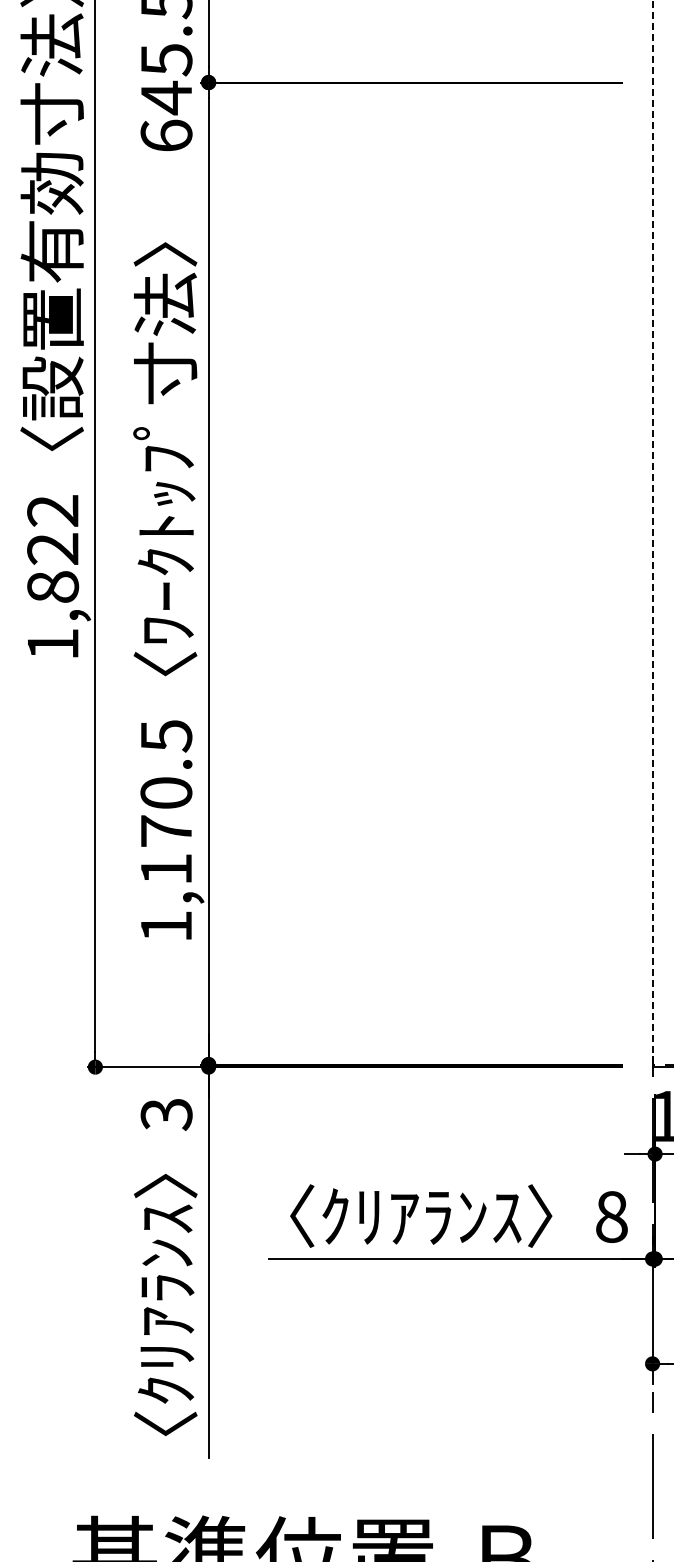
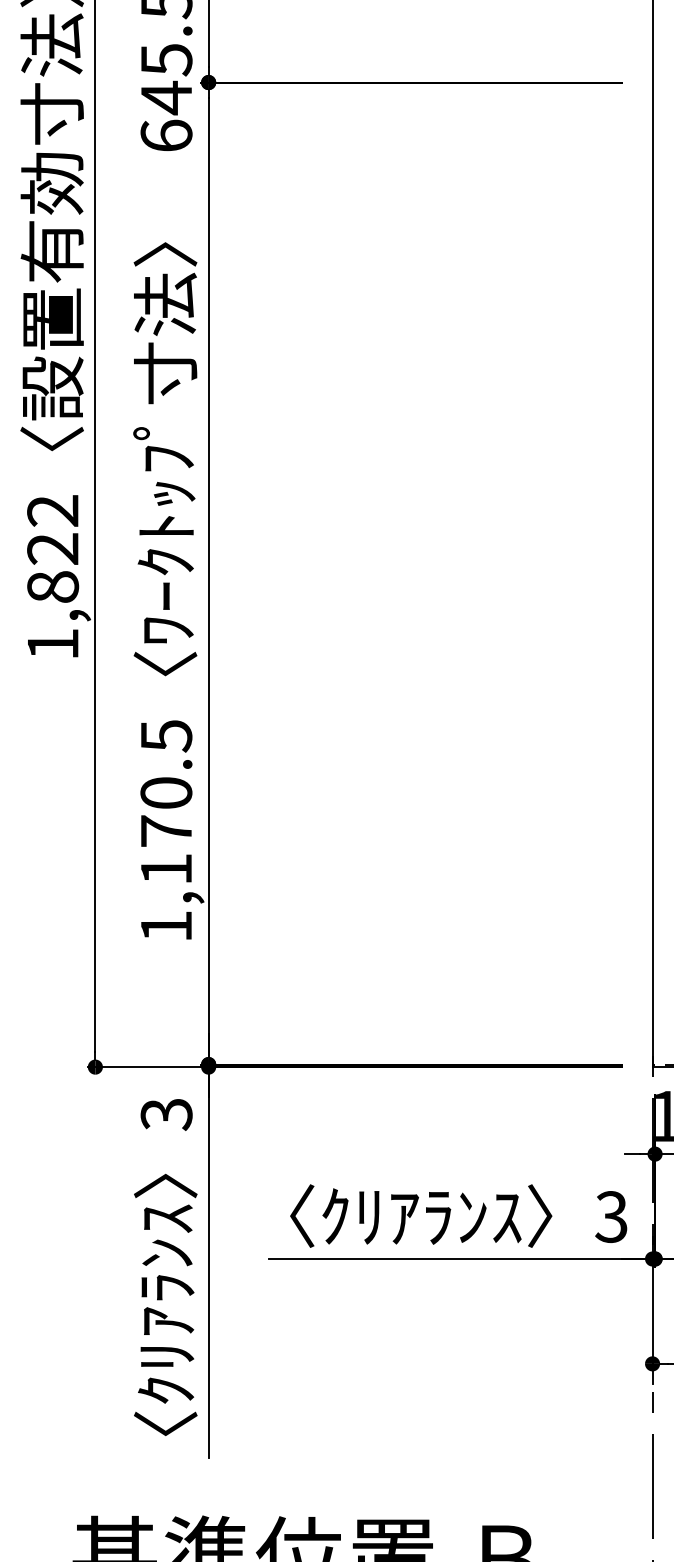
line at (652, 534): dashed -> solid
text at (611, 1216): 8 -> 3
